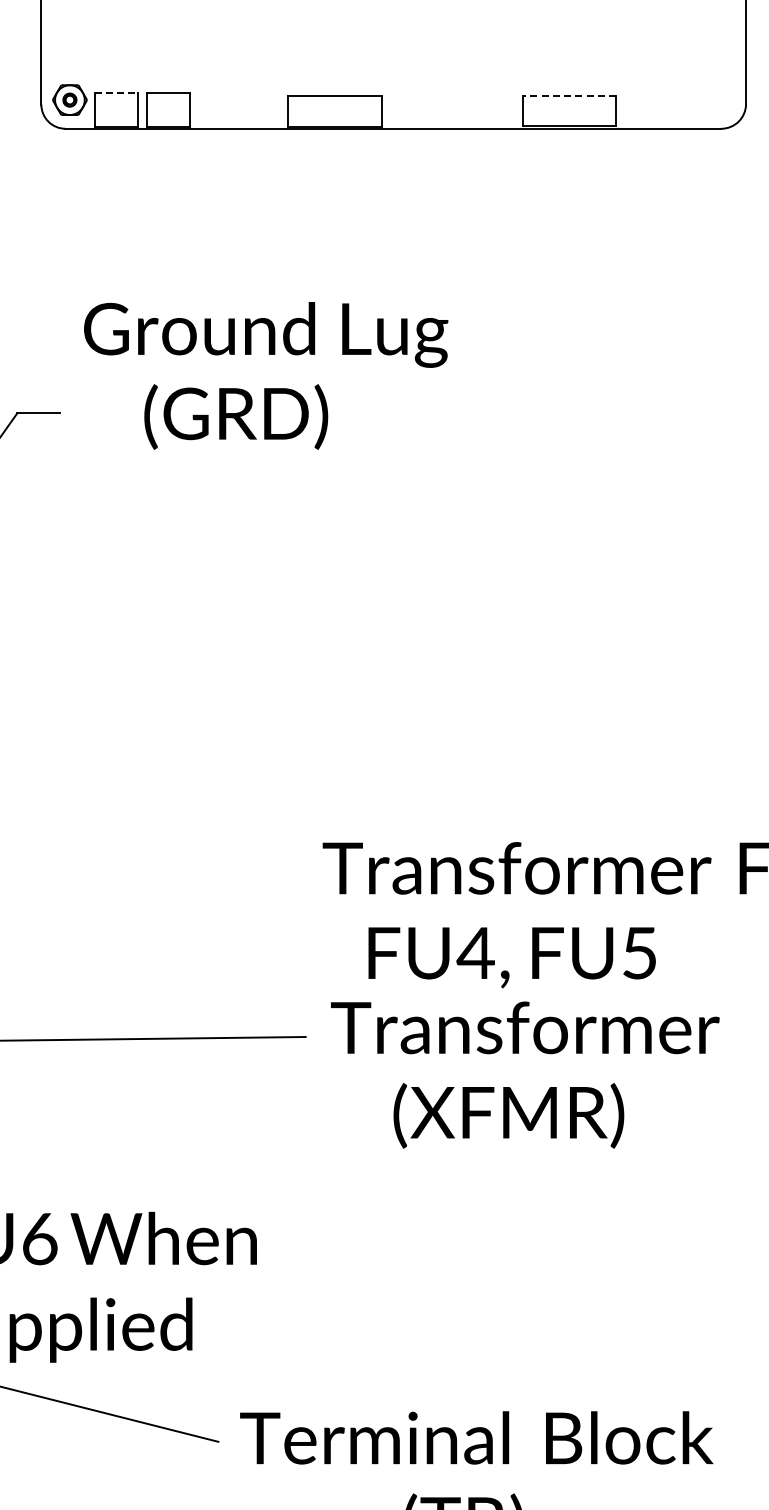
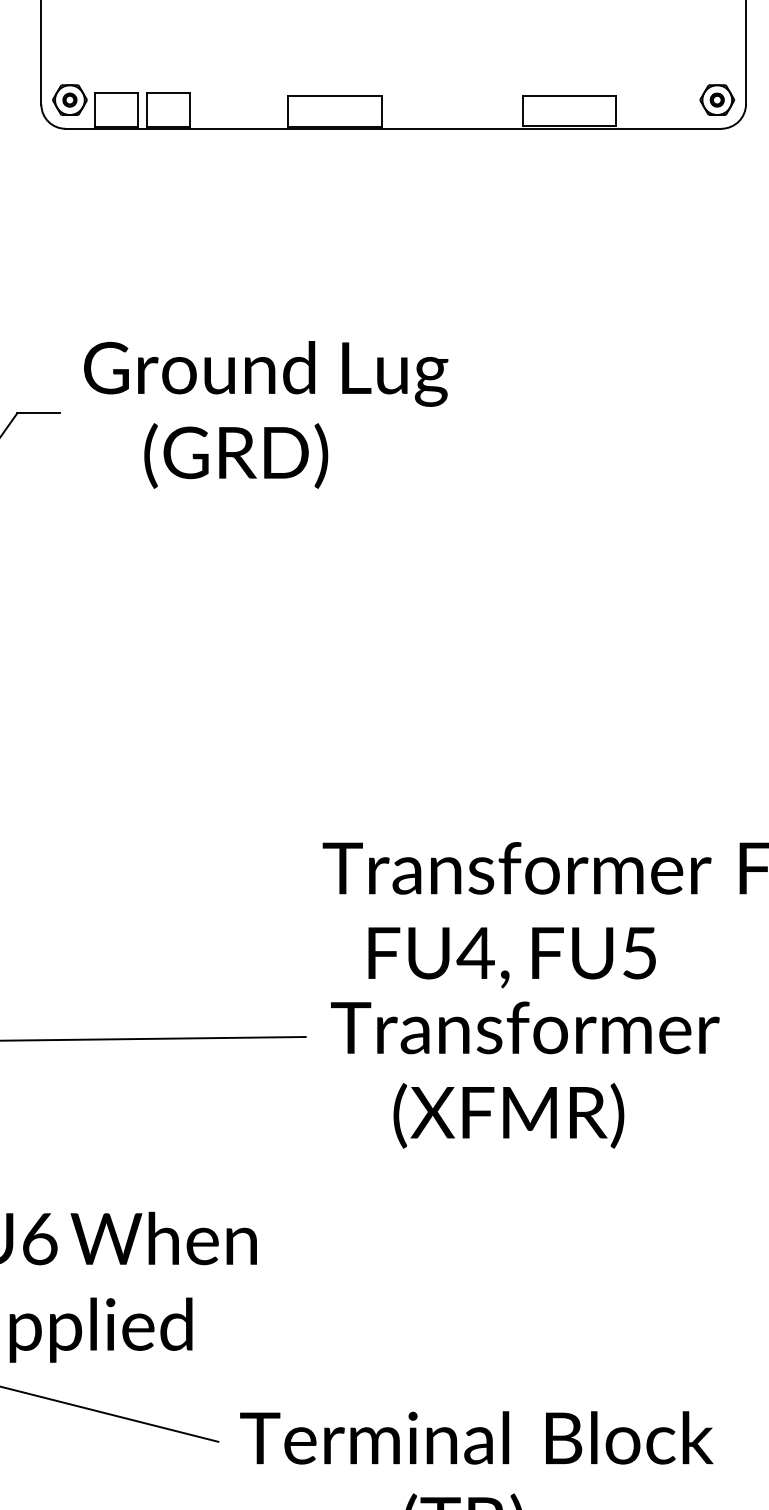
line at (116, 92): dashed -> solid
line at (569, 95): dashed -> solid
part at (716, 99): none -> present
text at (266, 375) position: (266, 375) -> (266, 414)
